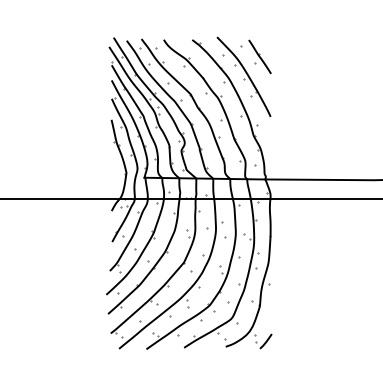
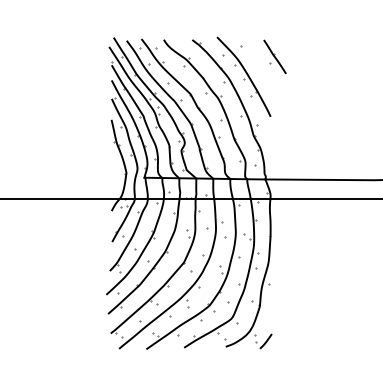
part at (259, 56) position: (259, 56) -> (274, 56)
